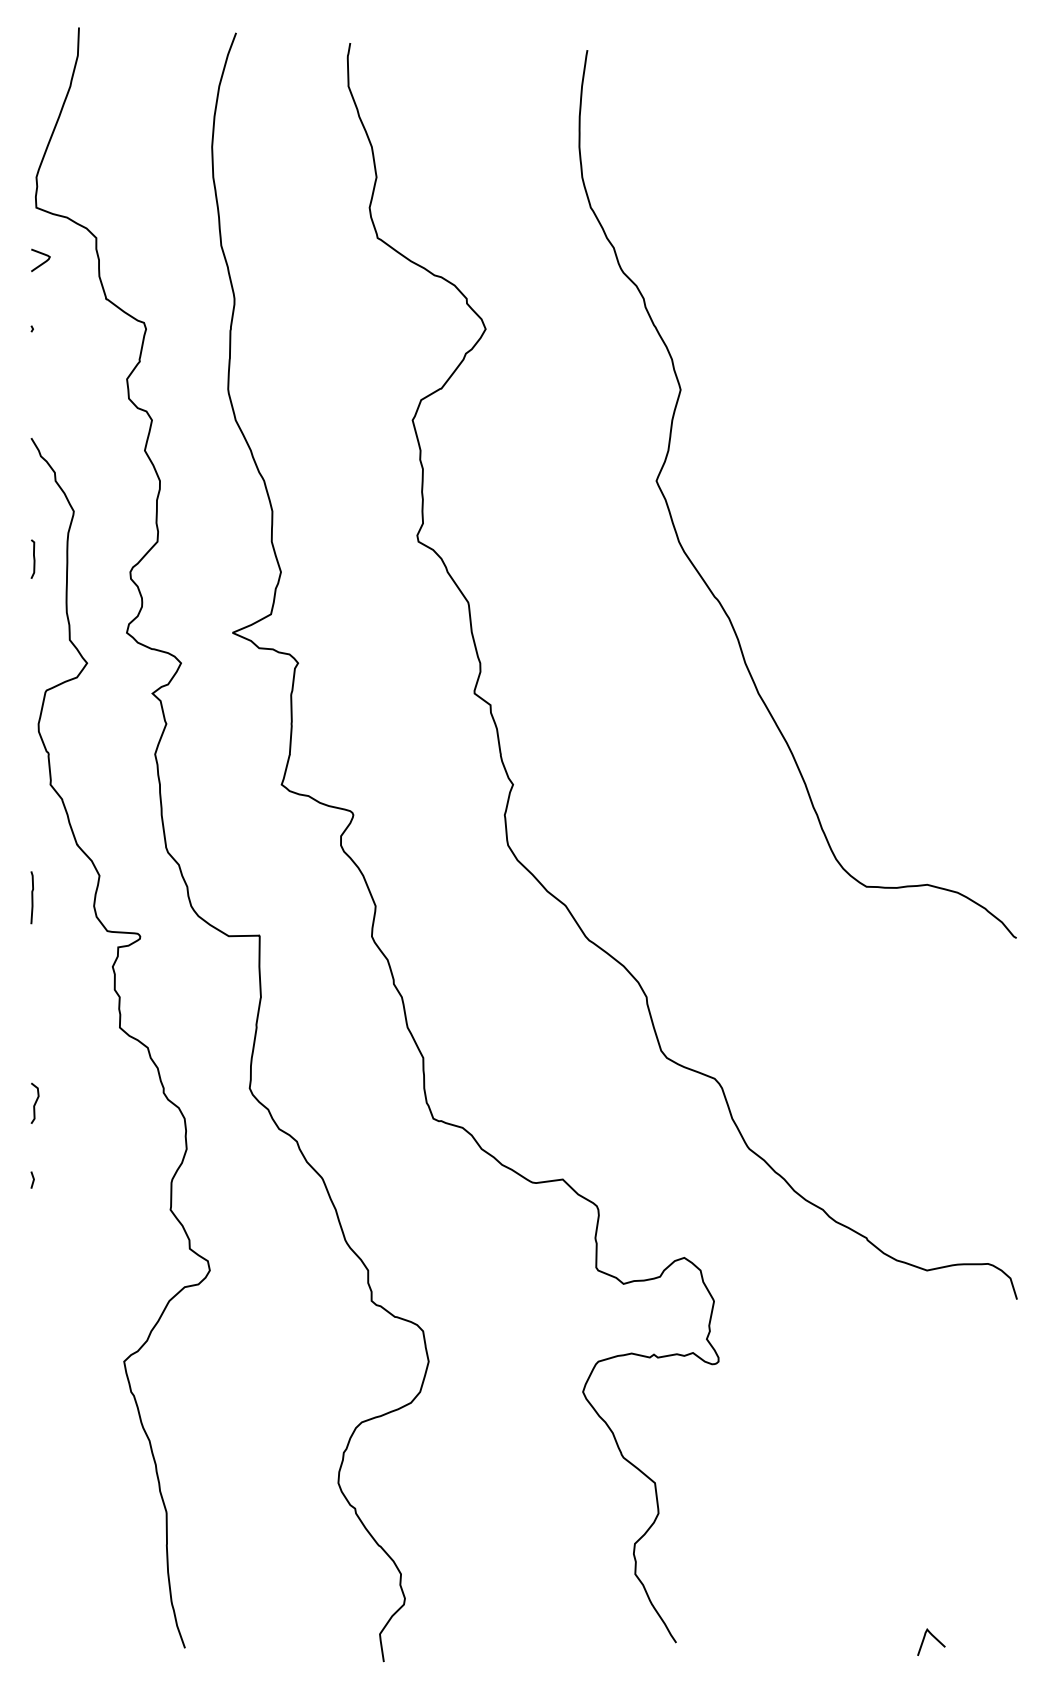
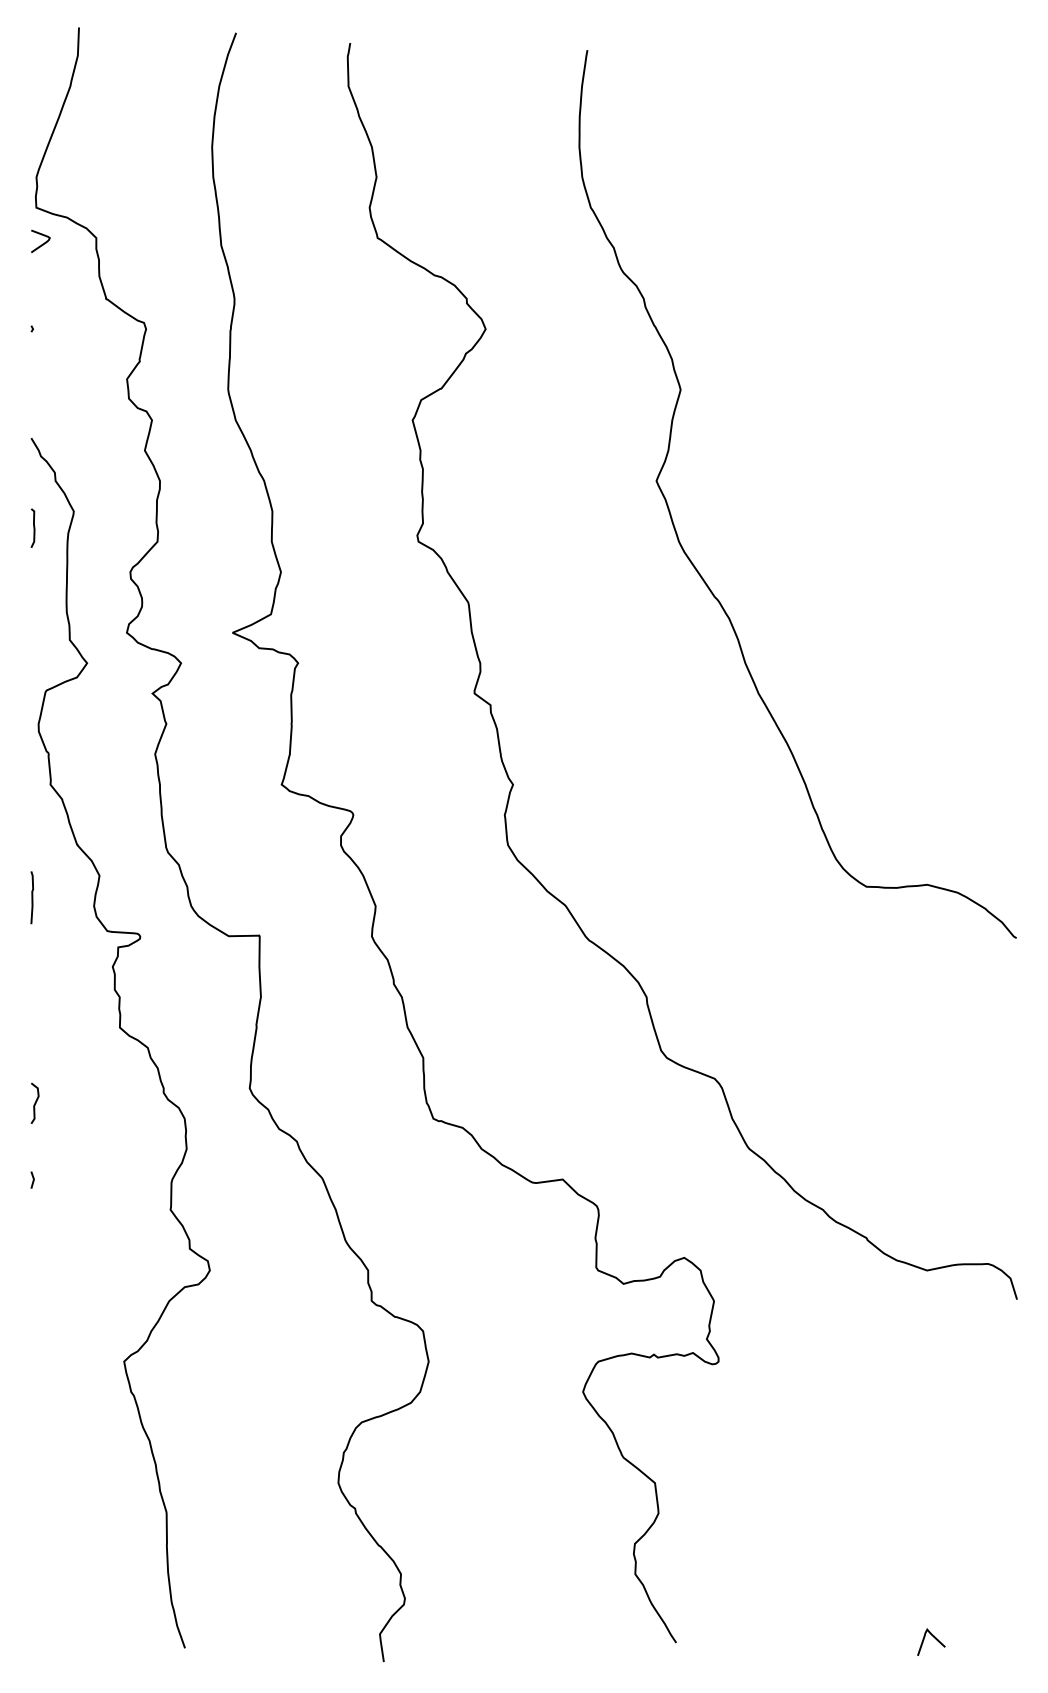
curve at (42, 262) position: (42, 262) -> (42, 243)
curve at (33, 558) position: (33, 558) -> (33, 527)
